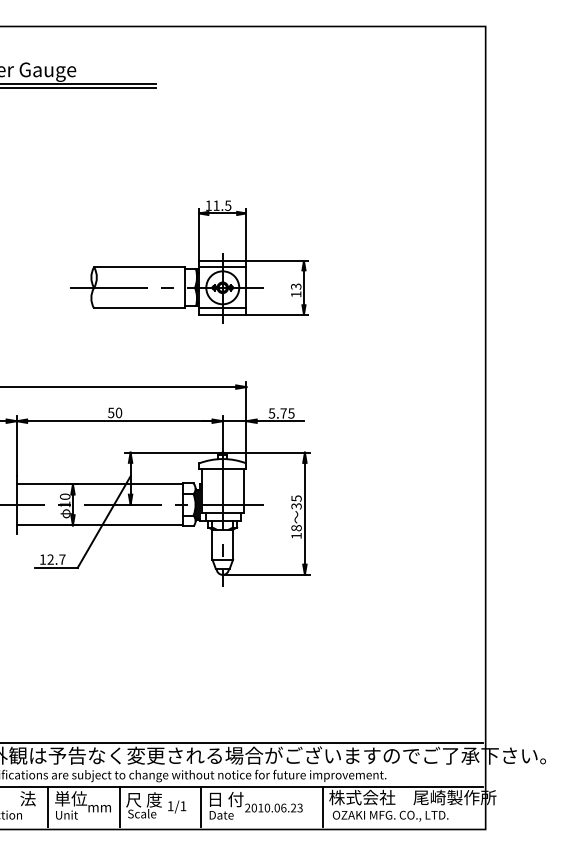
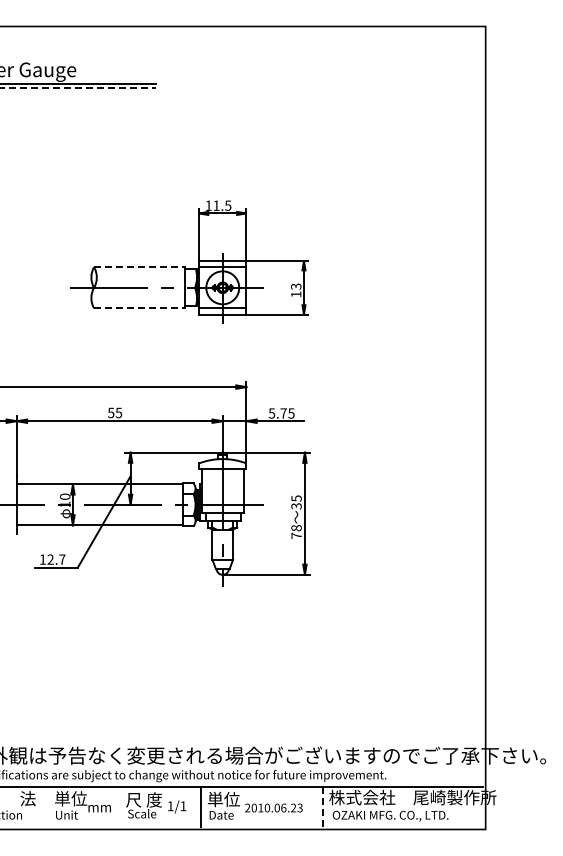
line at (78, 88): solid -> dashed
line at (139, 267): solid -> dashed
line at (139, 308): solid -> dashed
text at (118, 412): 50 -> 55
text at (296, 535): 18 -> 78
line at (242, 742): present -> none
text at (225, 799): 日 付 -> 単位
line at (48, 806): present -> none
line at (120, 806): present -> none
line at (323, 806): solid -> dashed
